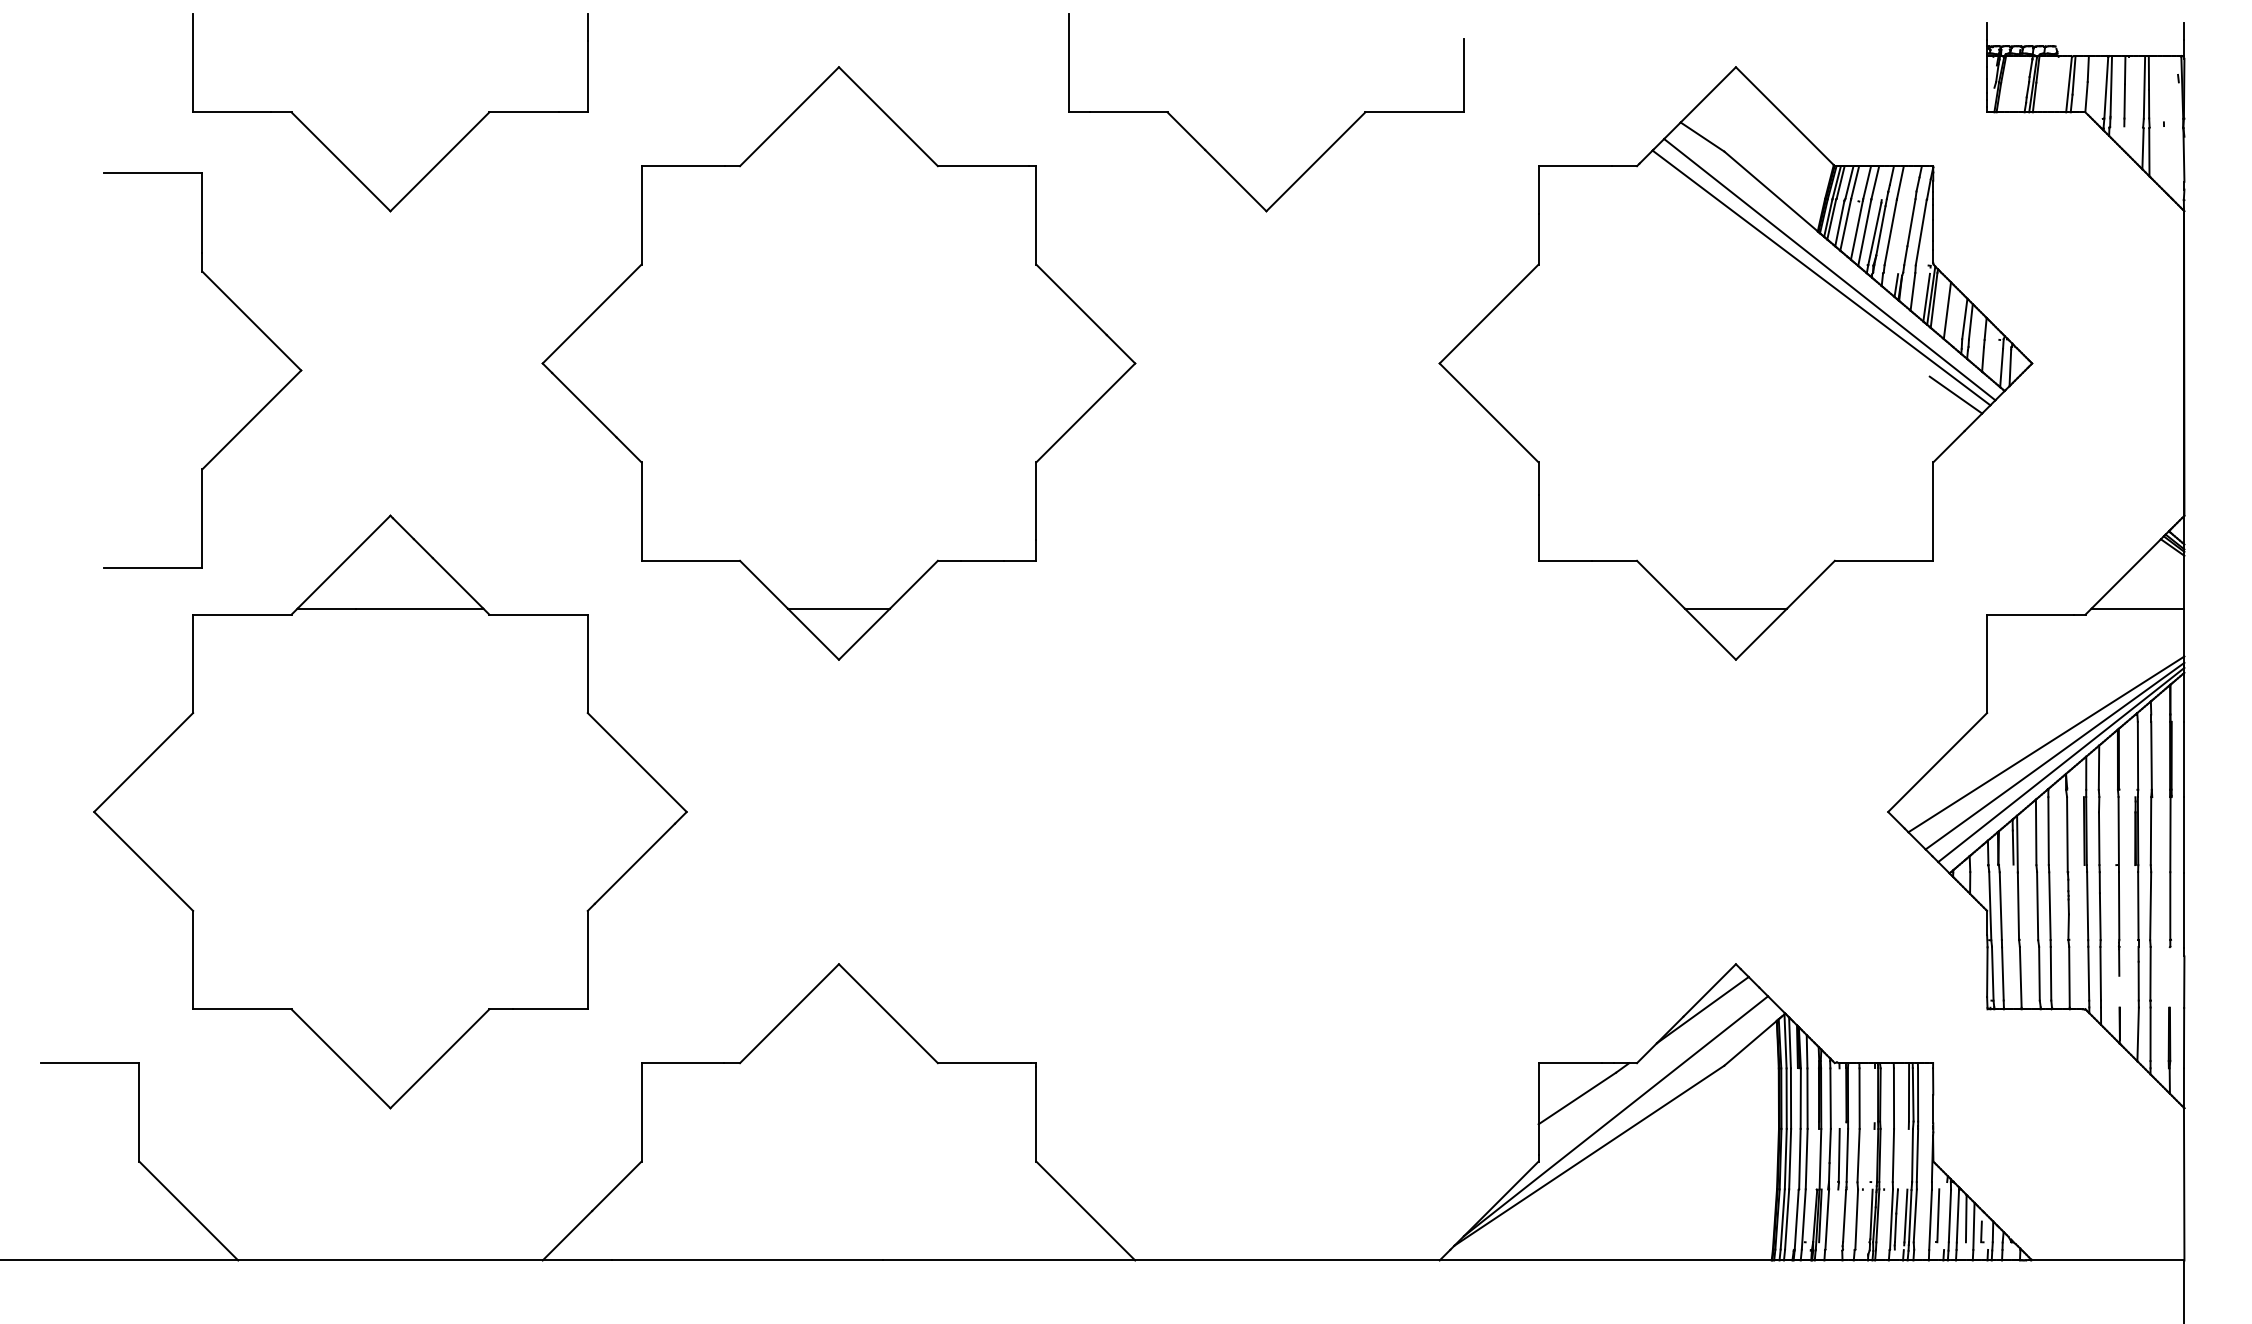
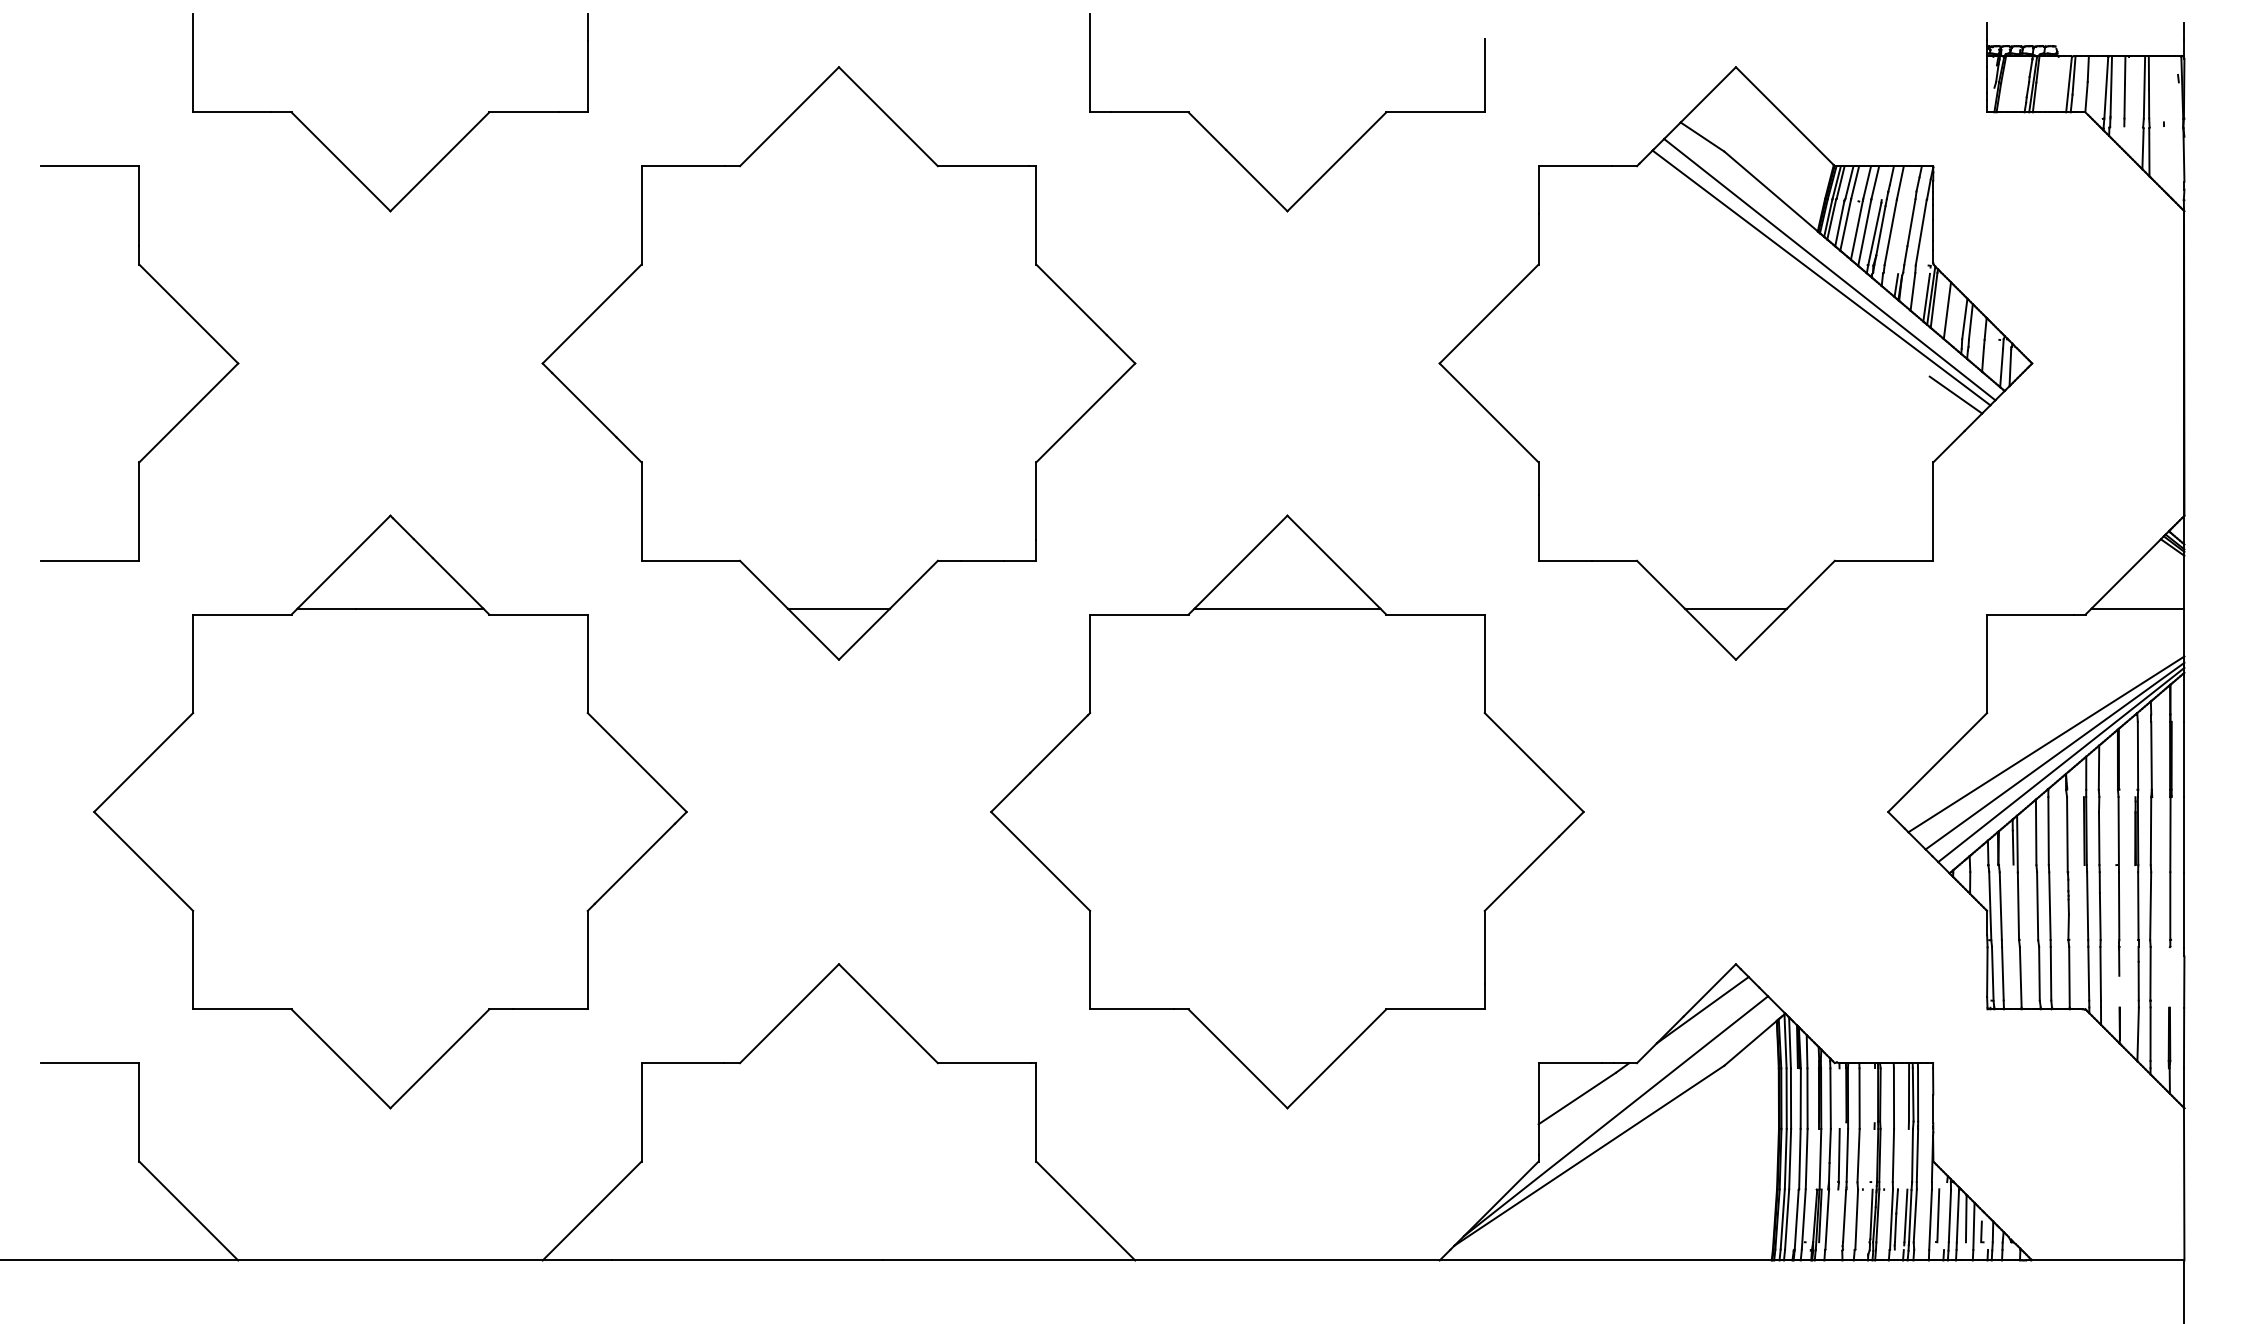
part at (1217, 160) position: (1217, 160) -> (1238, 160)
part at (250, 321) position: (250, 321) -> (187, 314)
part at (1287, 811): none -> present
